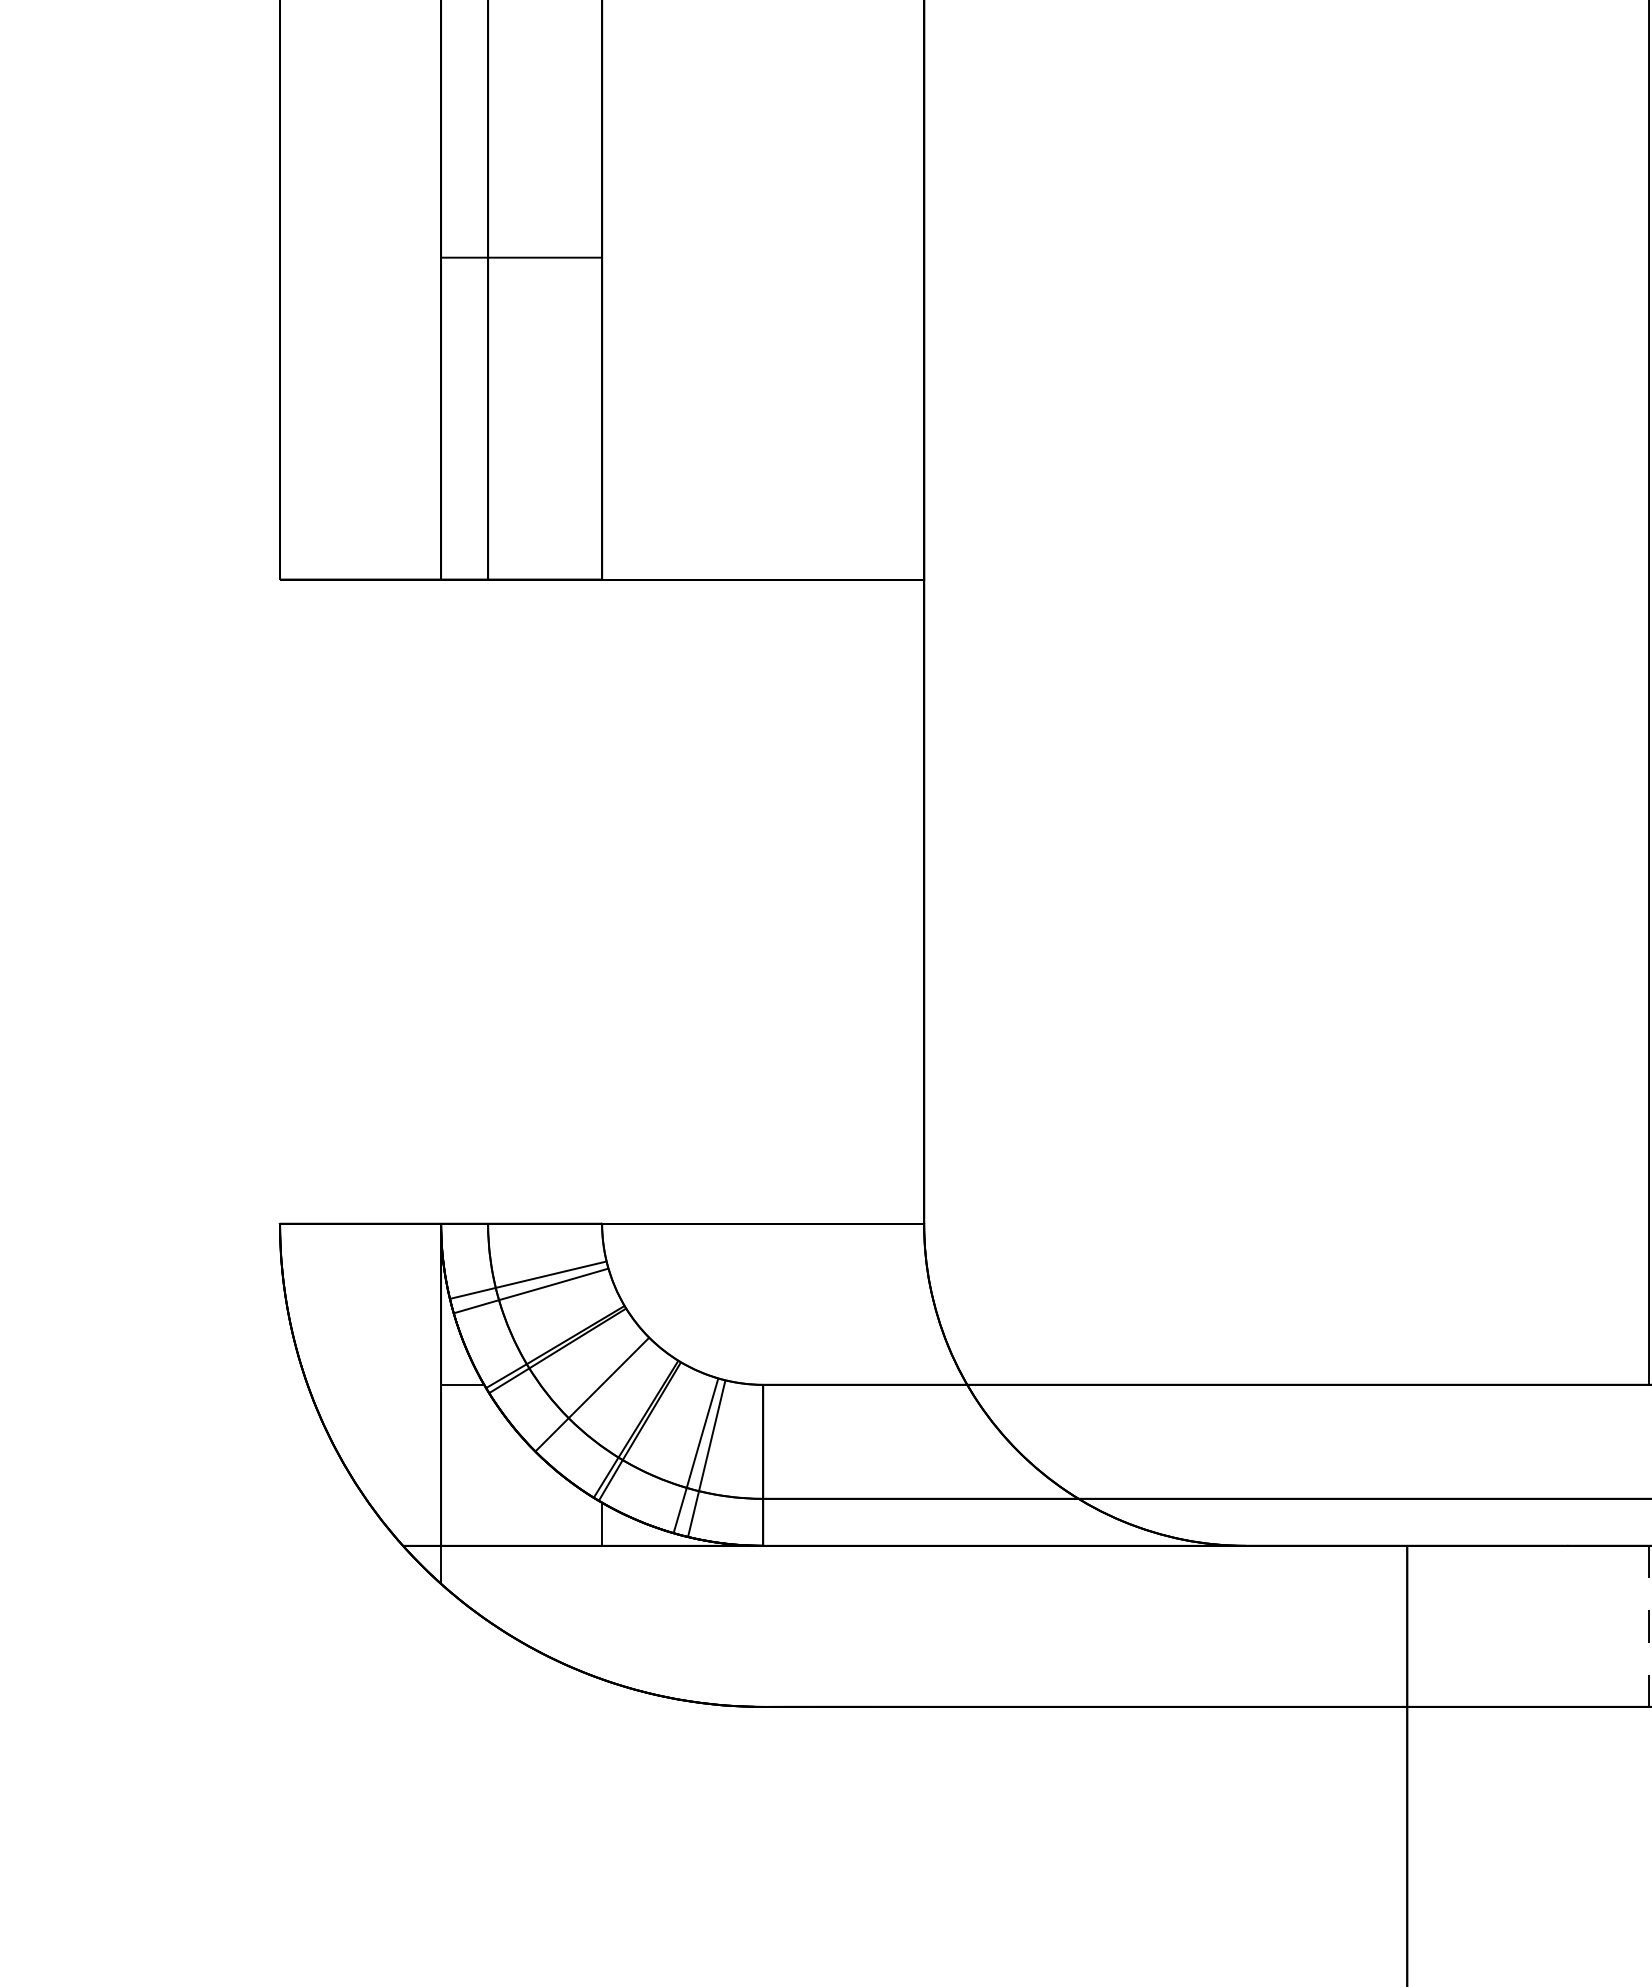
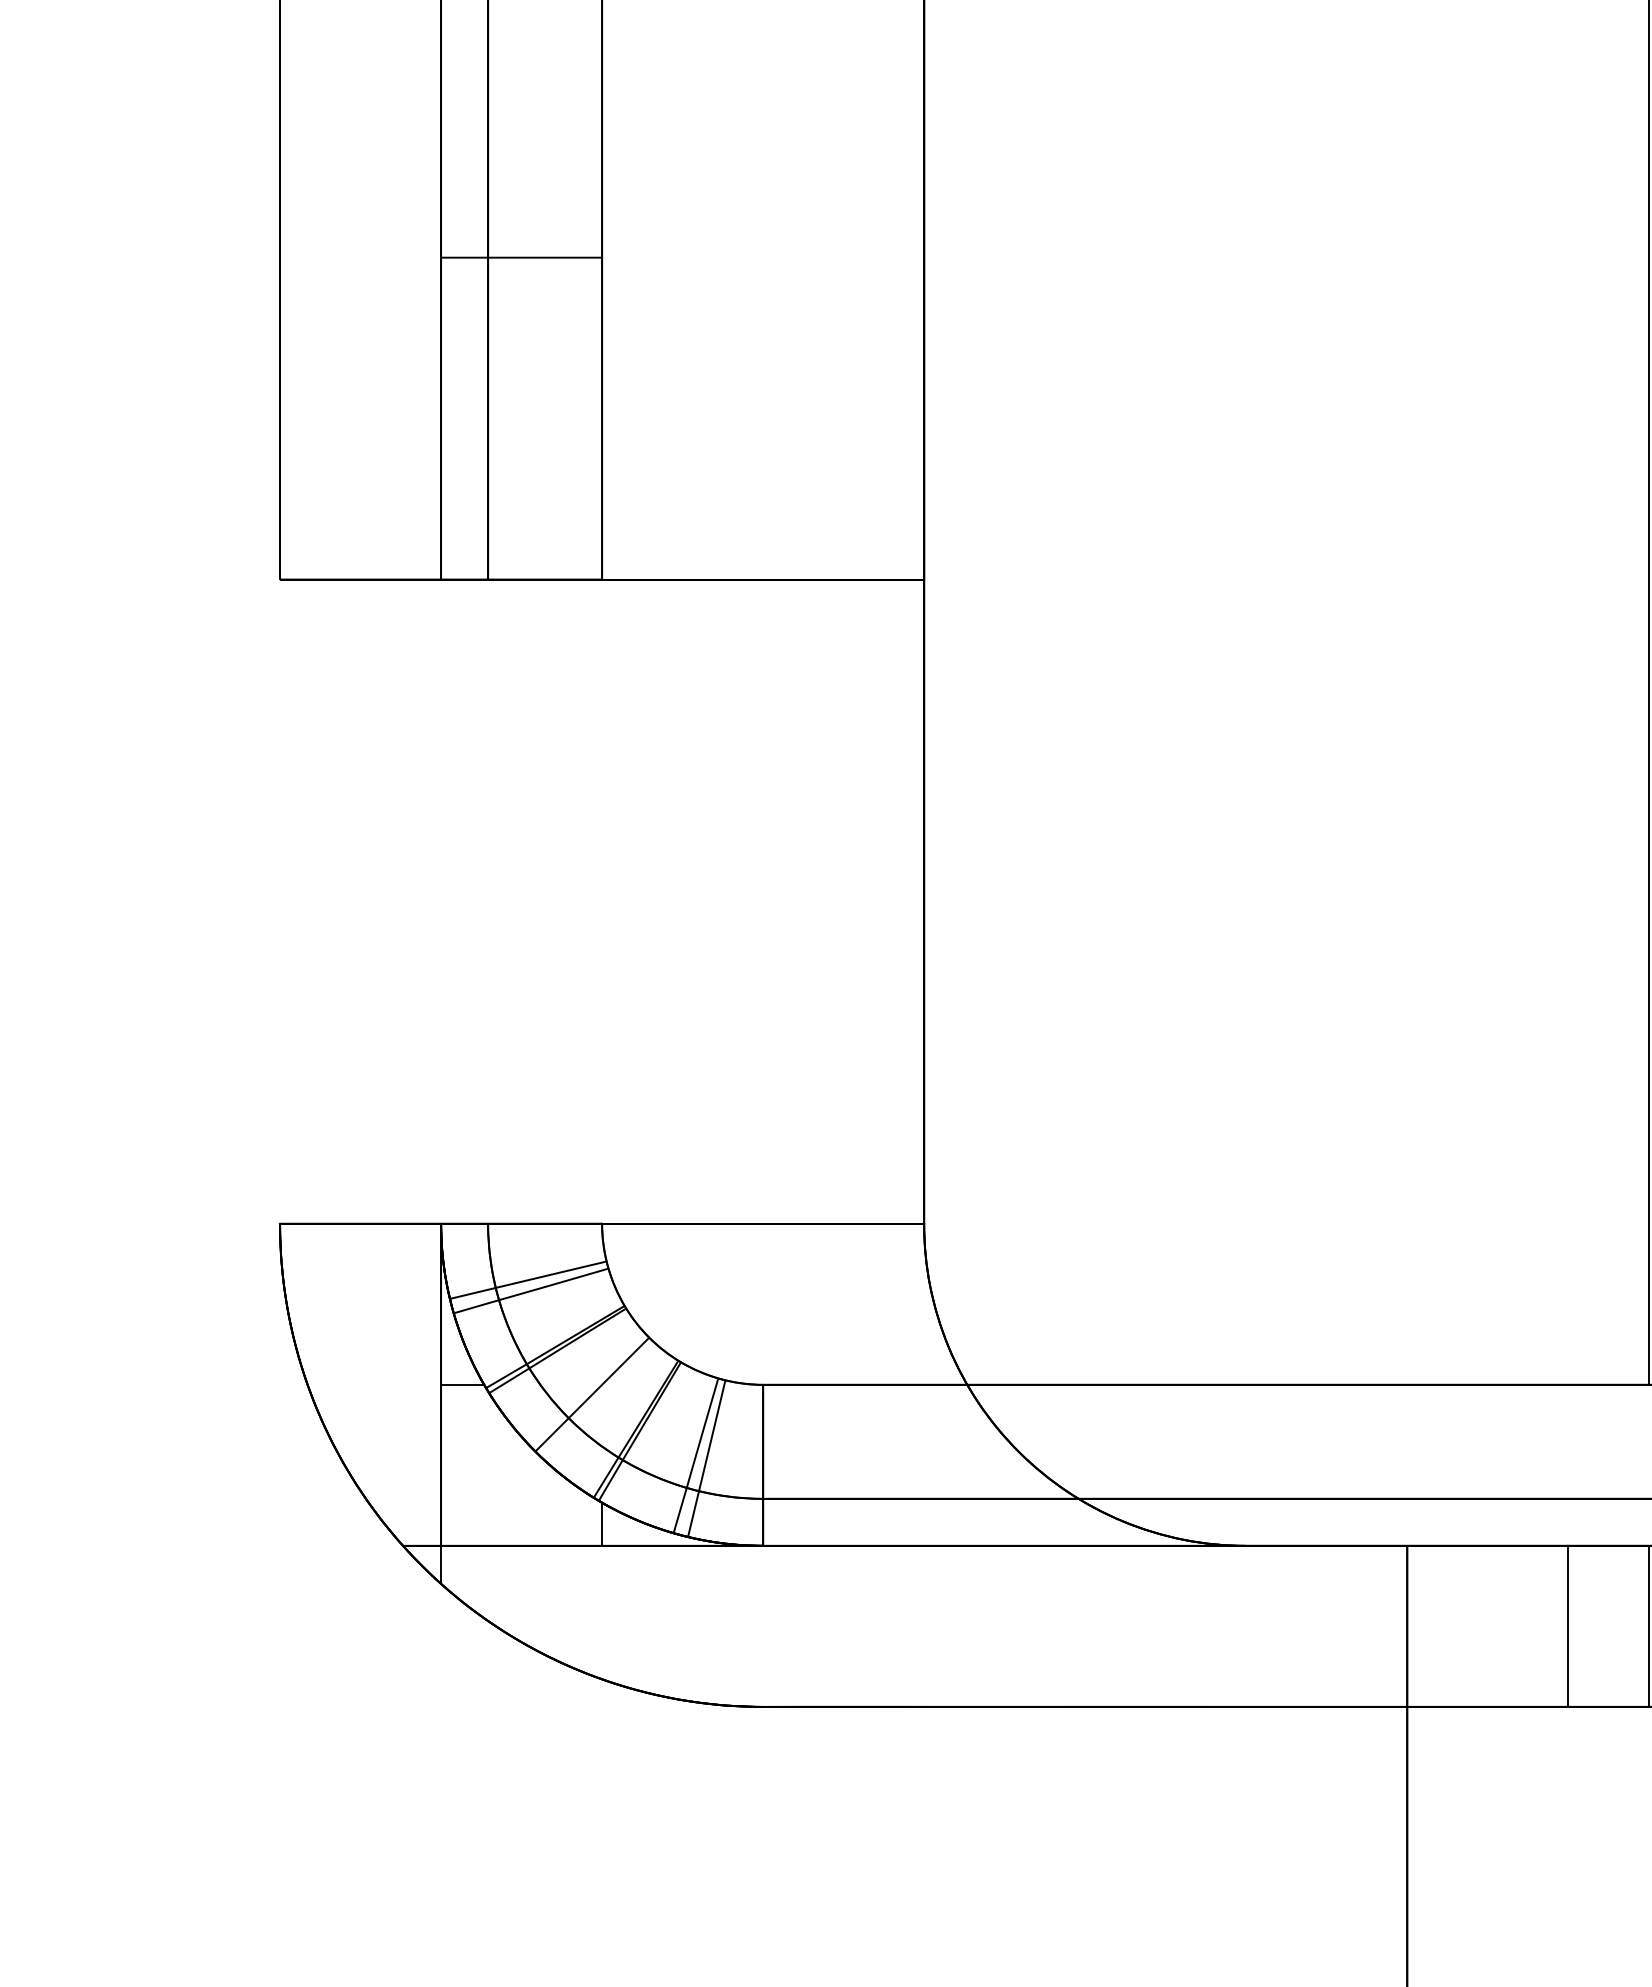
line at (1568, 1625): none -> present
line at (1648, 1626): dashed -> solid
